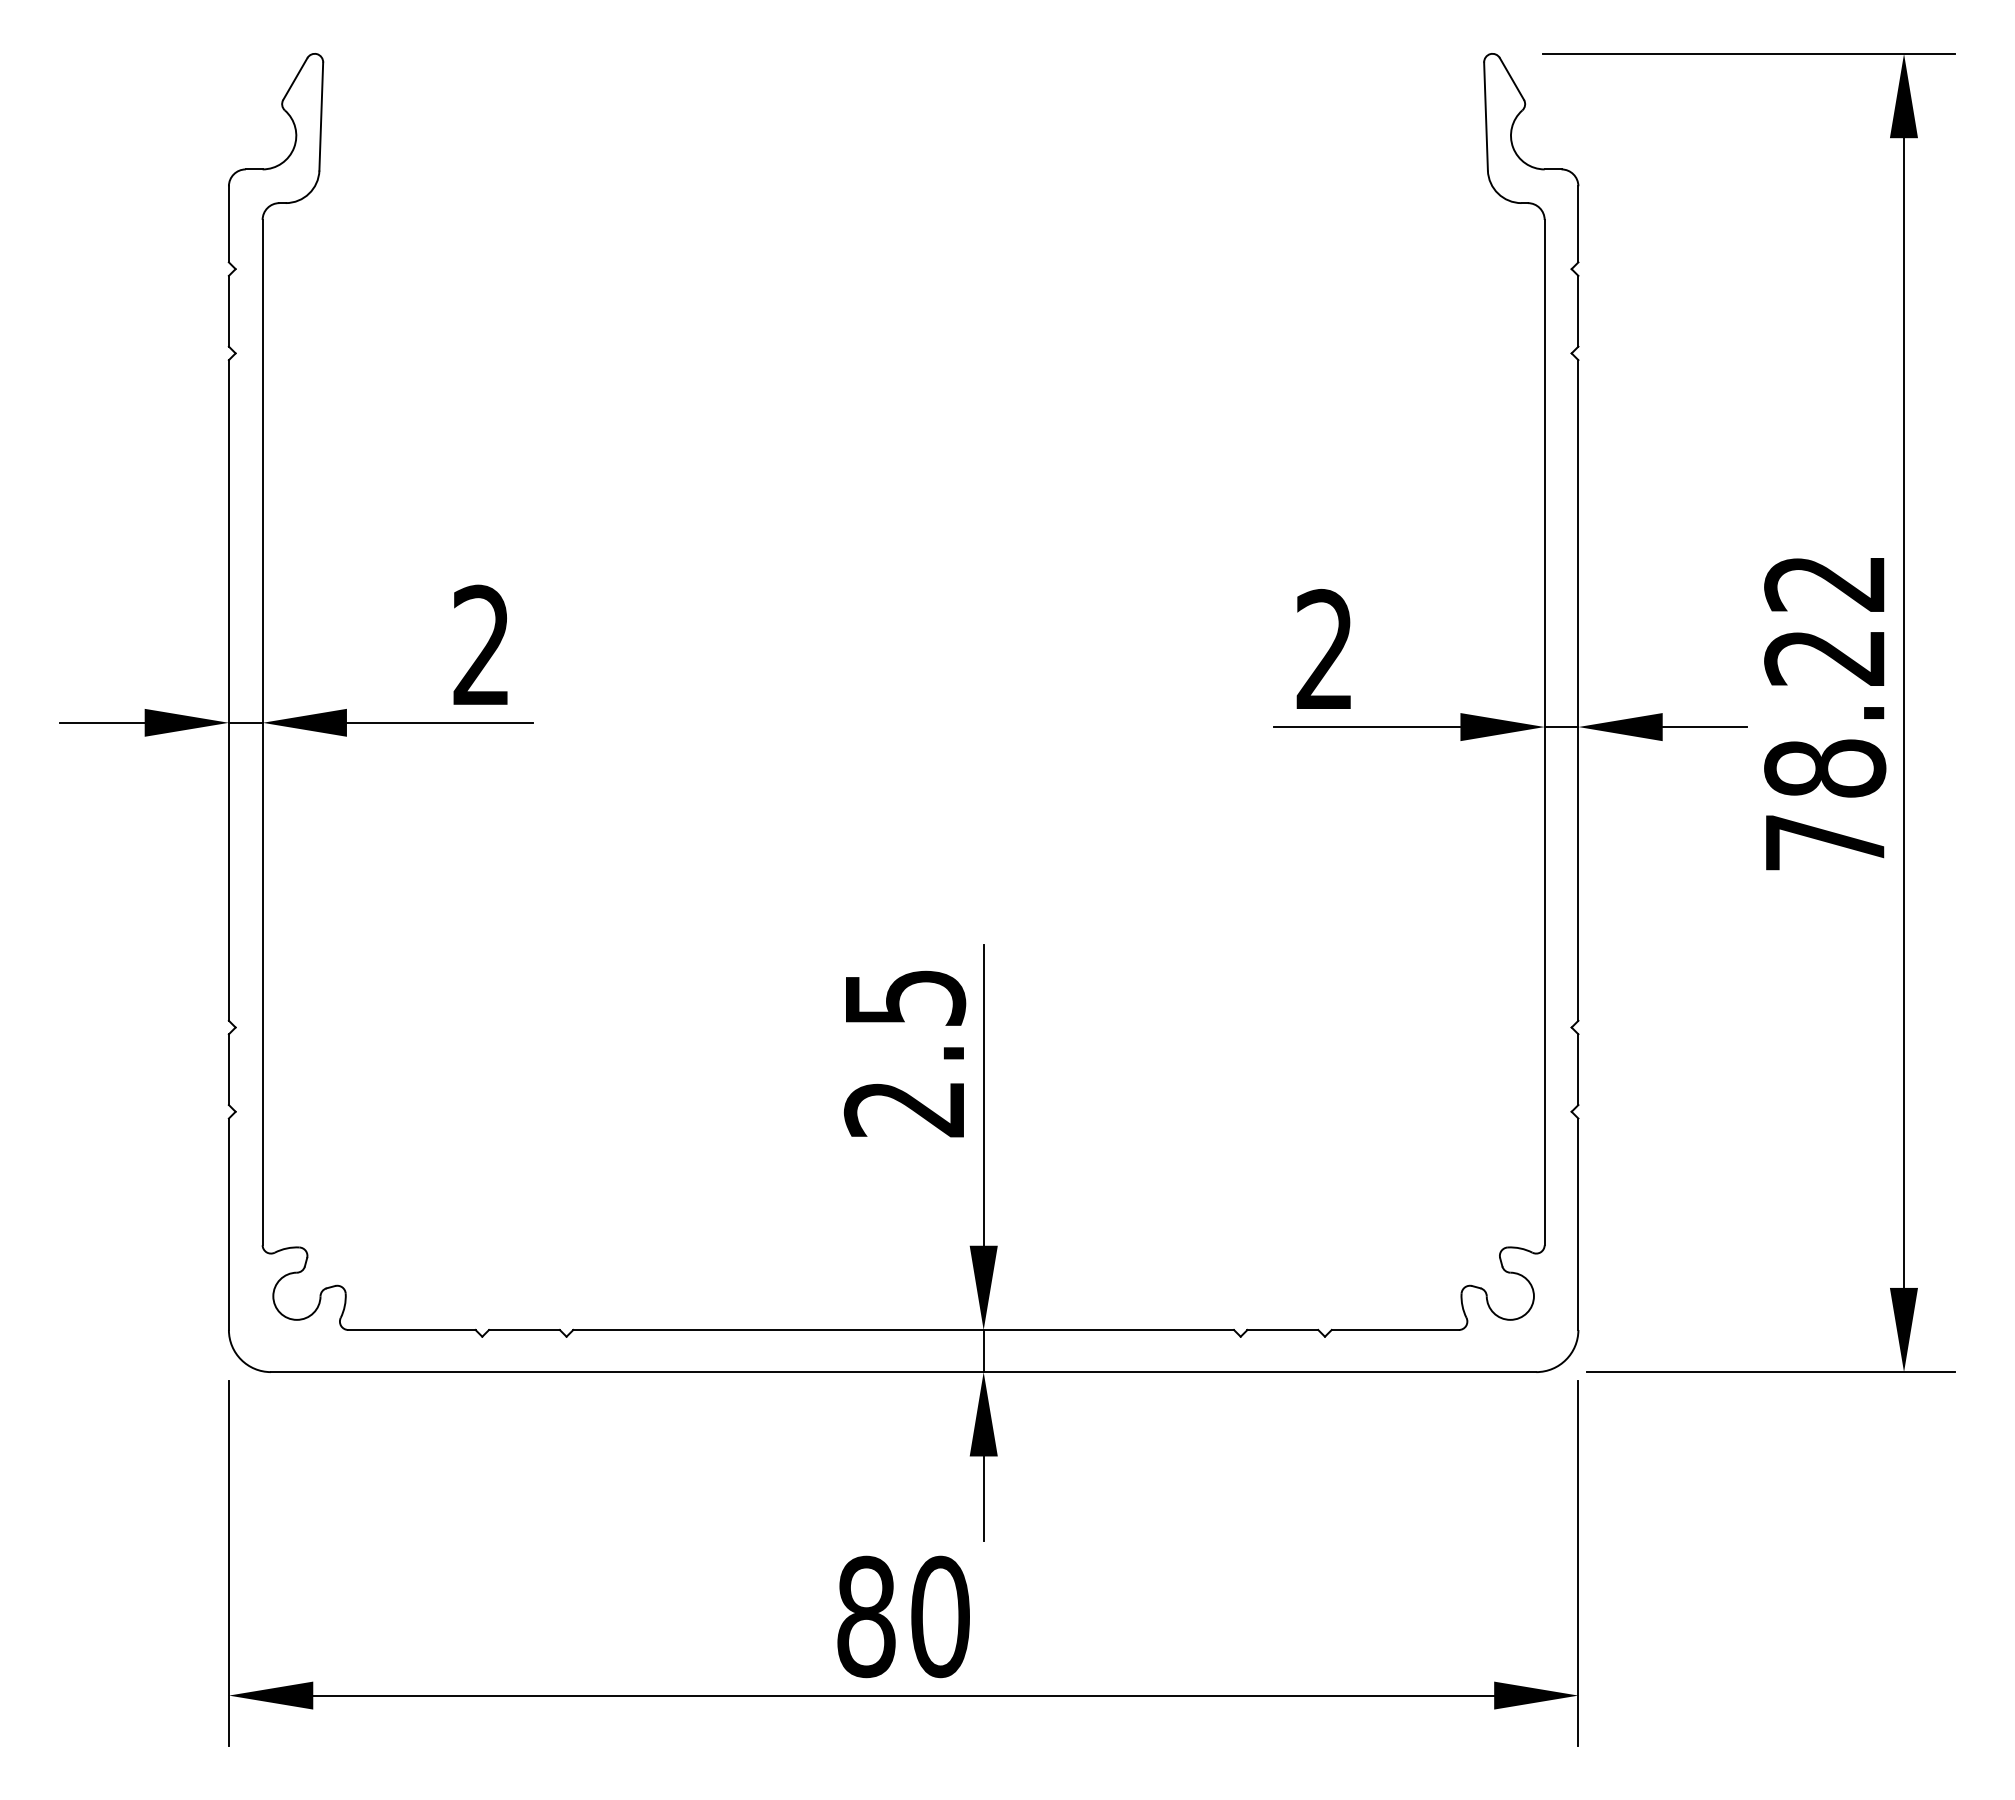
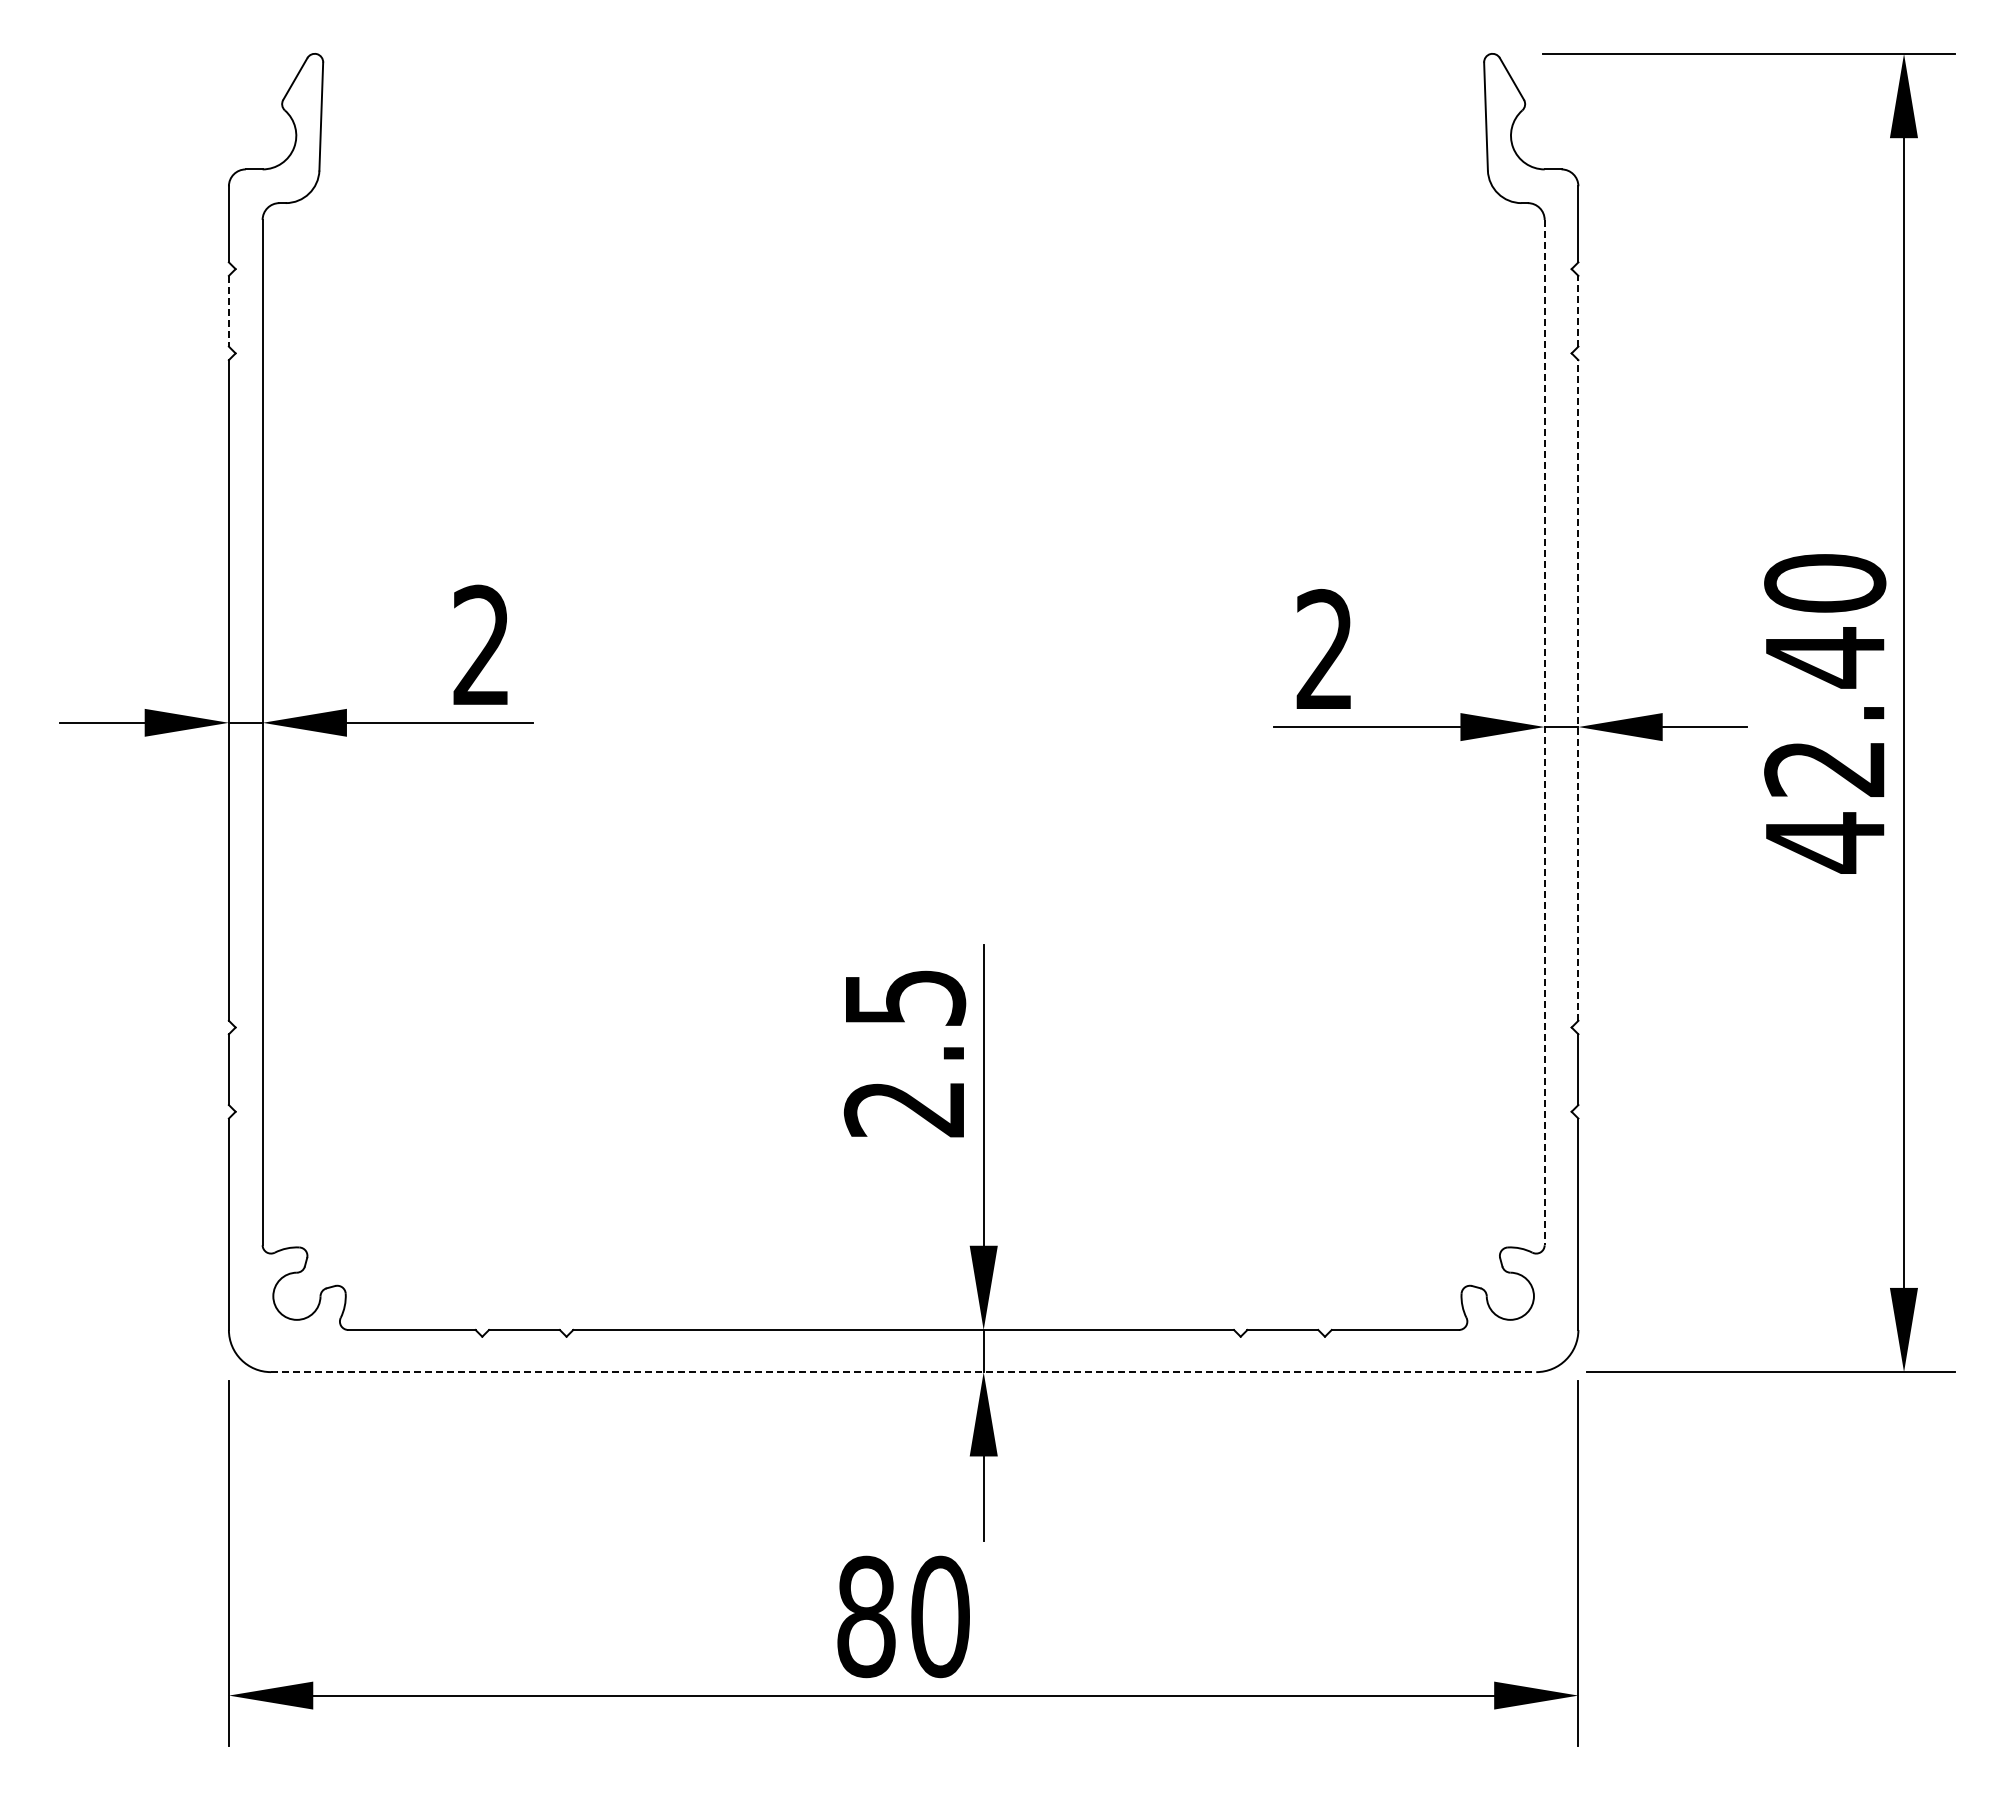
line at (1578, 310): solid -> dashed
line at (228, 311): solid -> dashed
line at (1578, 689): solid -> dashed
text at (1825, 713): 78.22 -> 42.40
line at (1544, 732): solid -> dashed
line at (903, 1372): solid -> dashed
